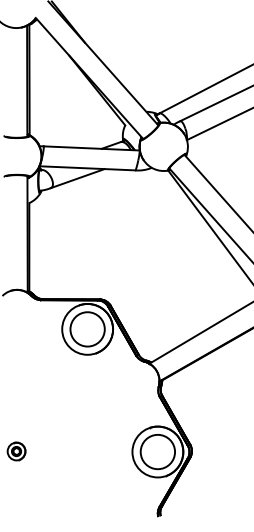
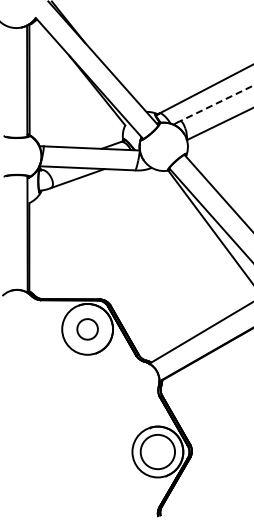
line at (216, 103): solid -> dashed
circle at (87, 329) diameter: 34 px -> 21 px
part at (16, 451): present -> none
